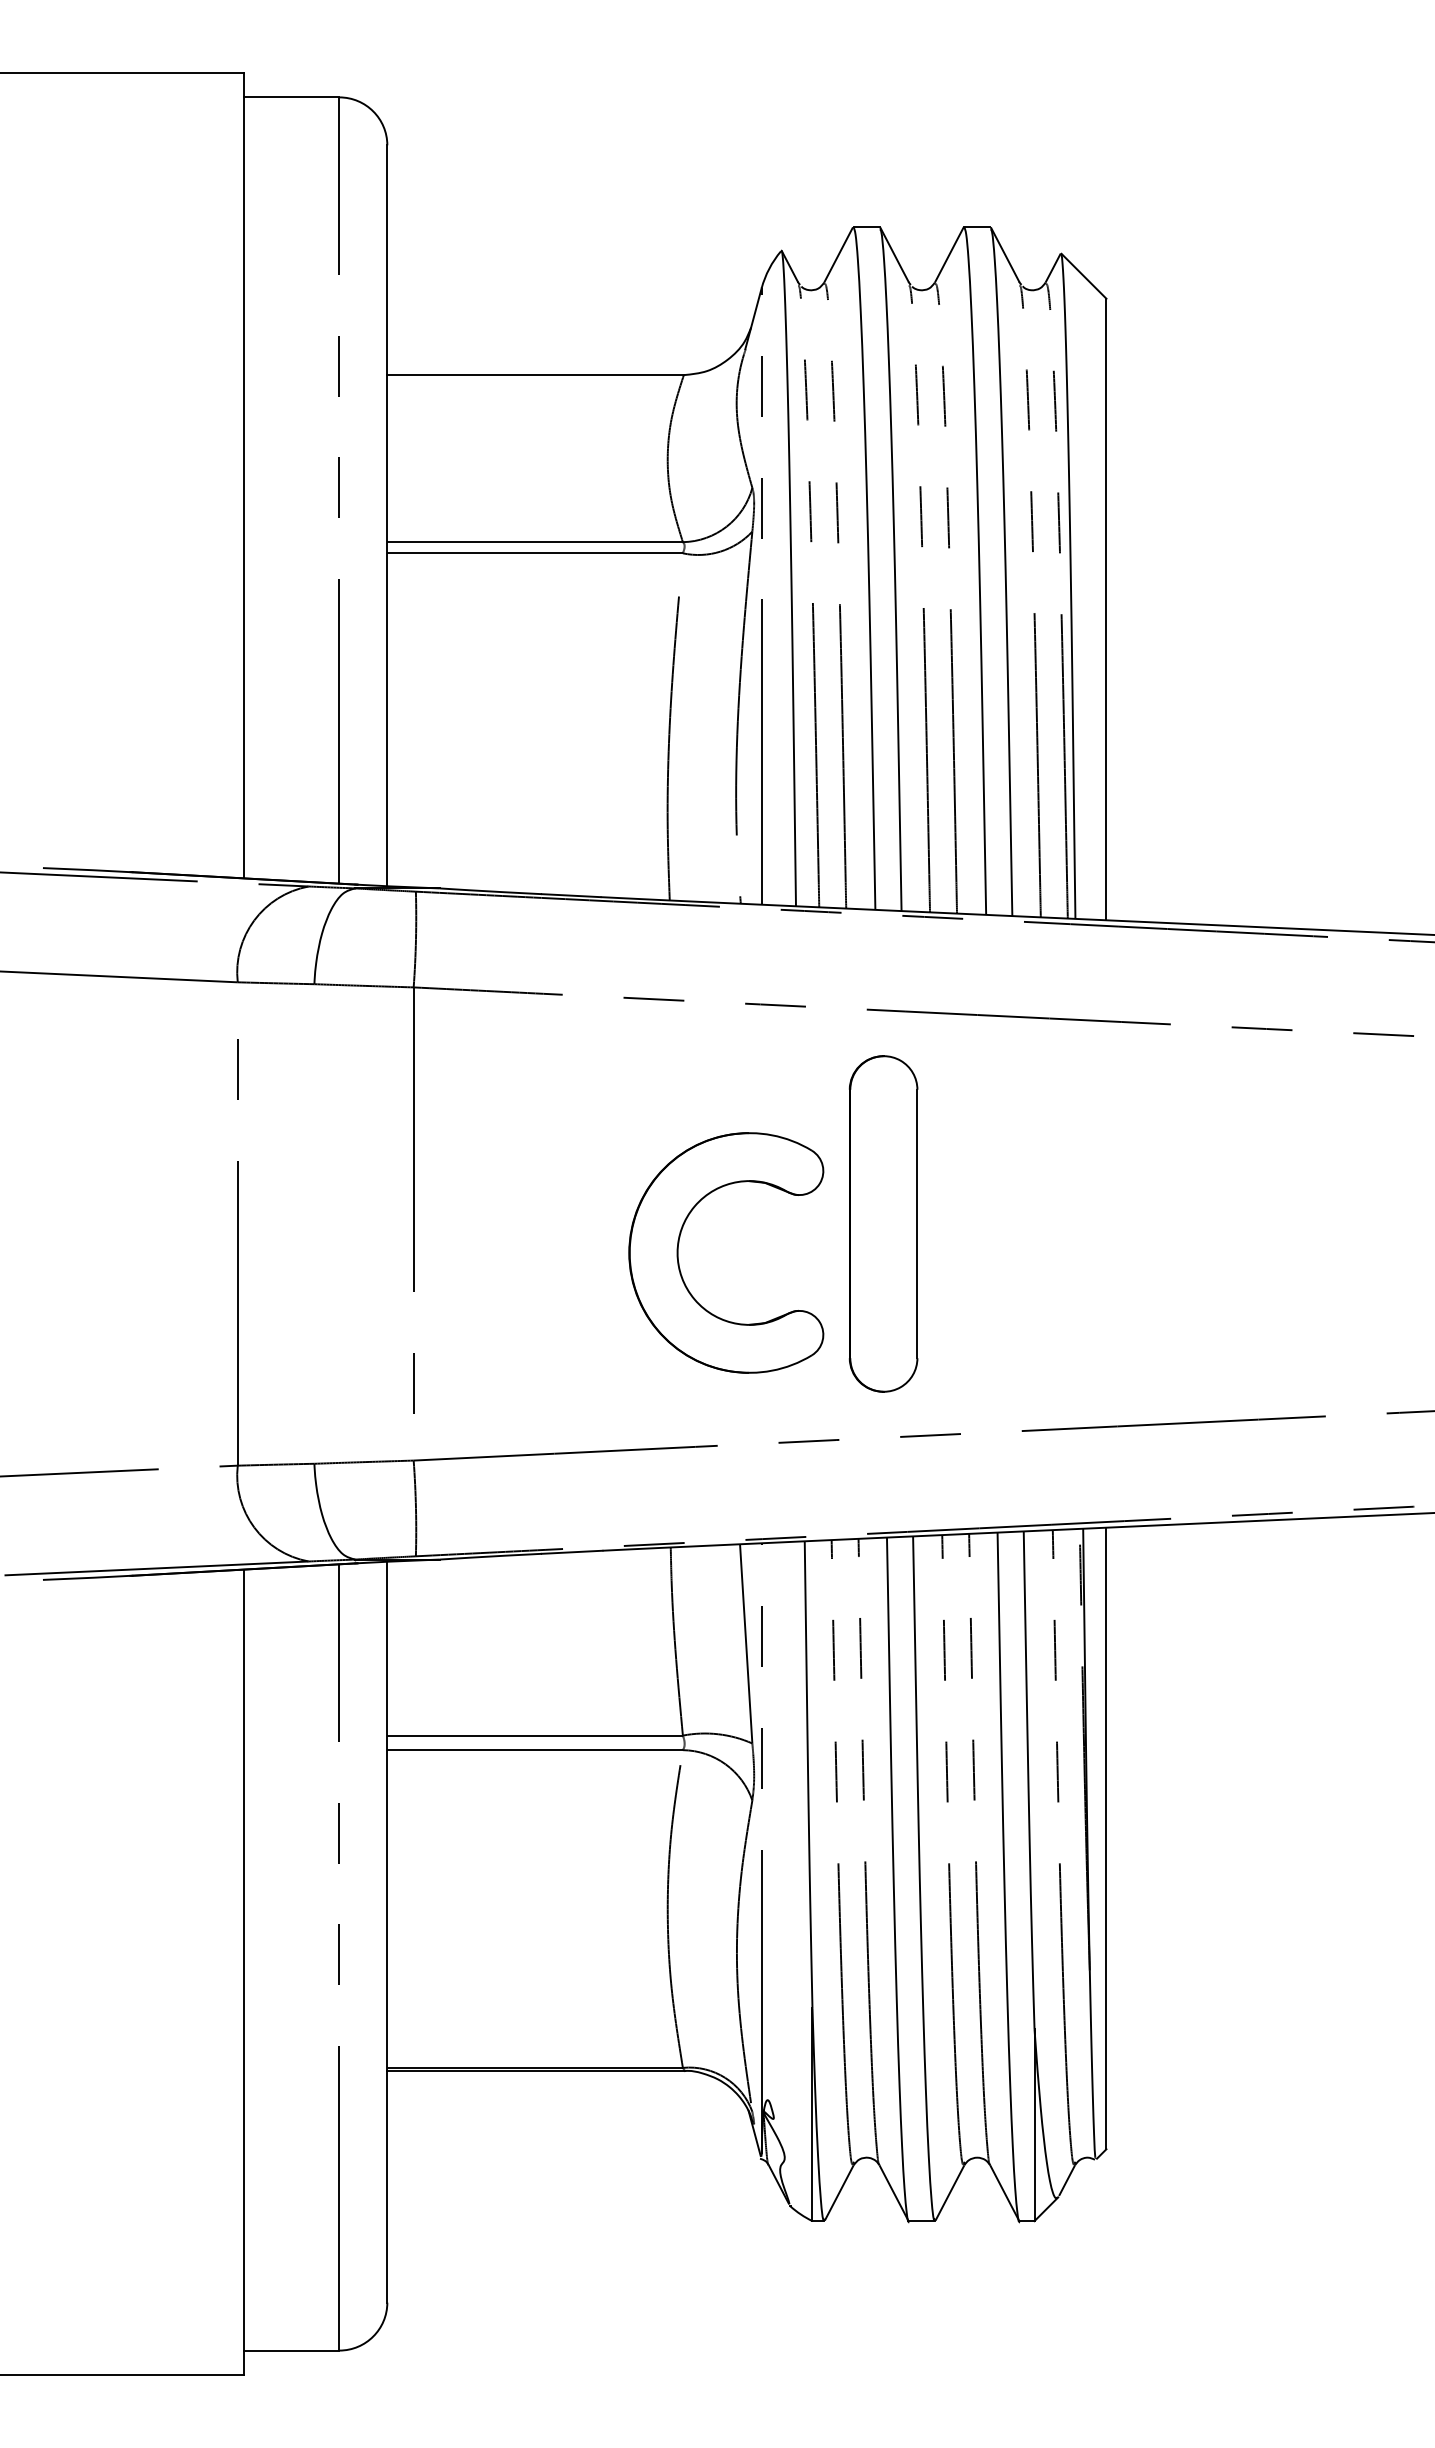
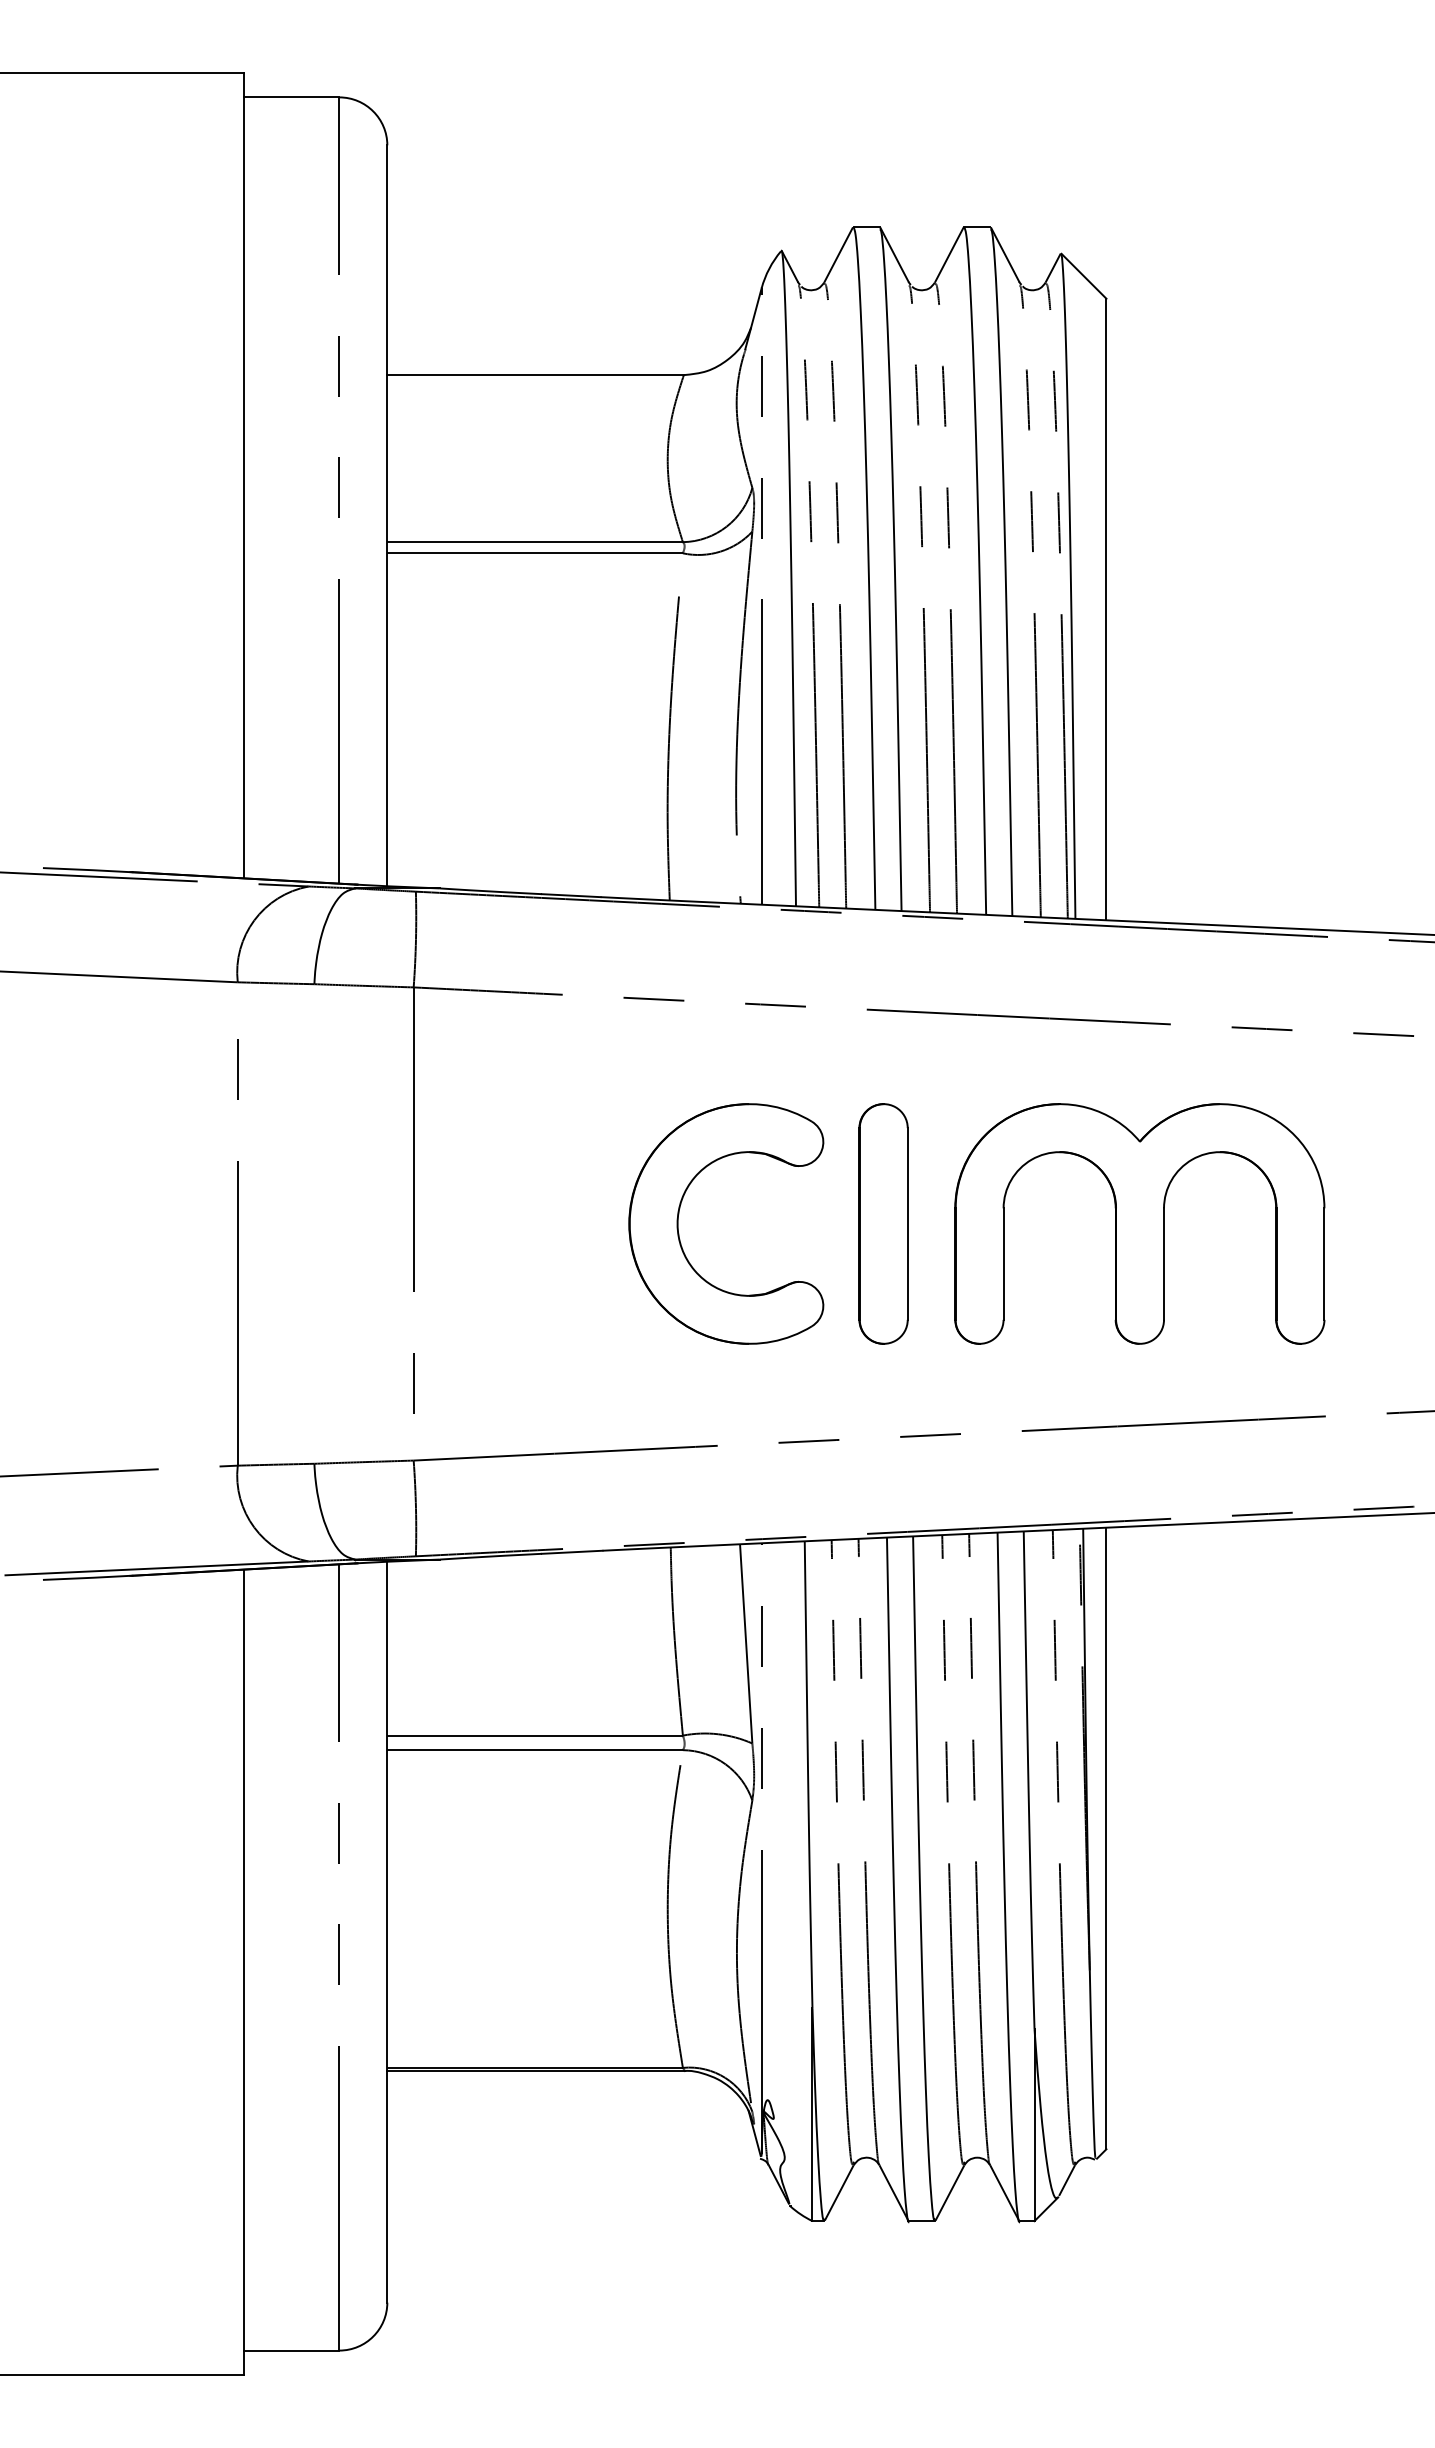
part at (883, 1223) size: 71x338 px -> 51x242 px
part at (1139, 1223): none -> present
part at (679, 1243) position: (679, 1243) -> (679, 1214)
